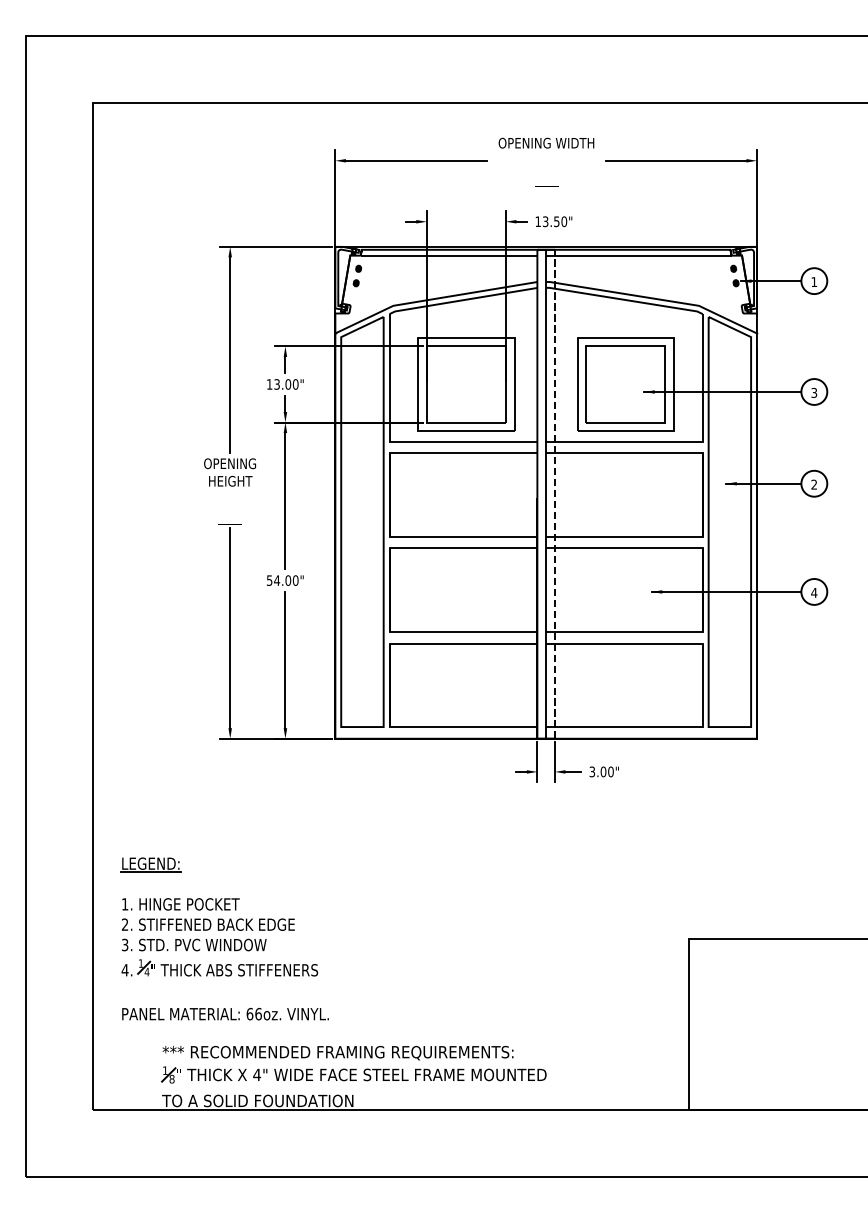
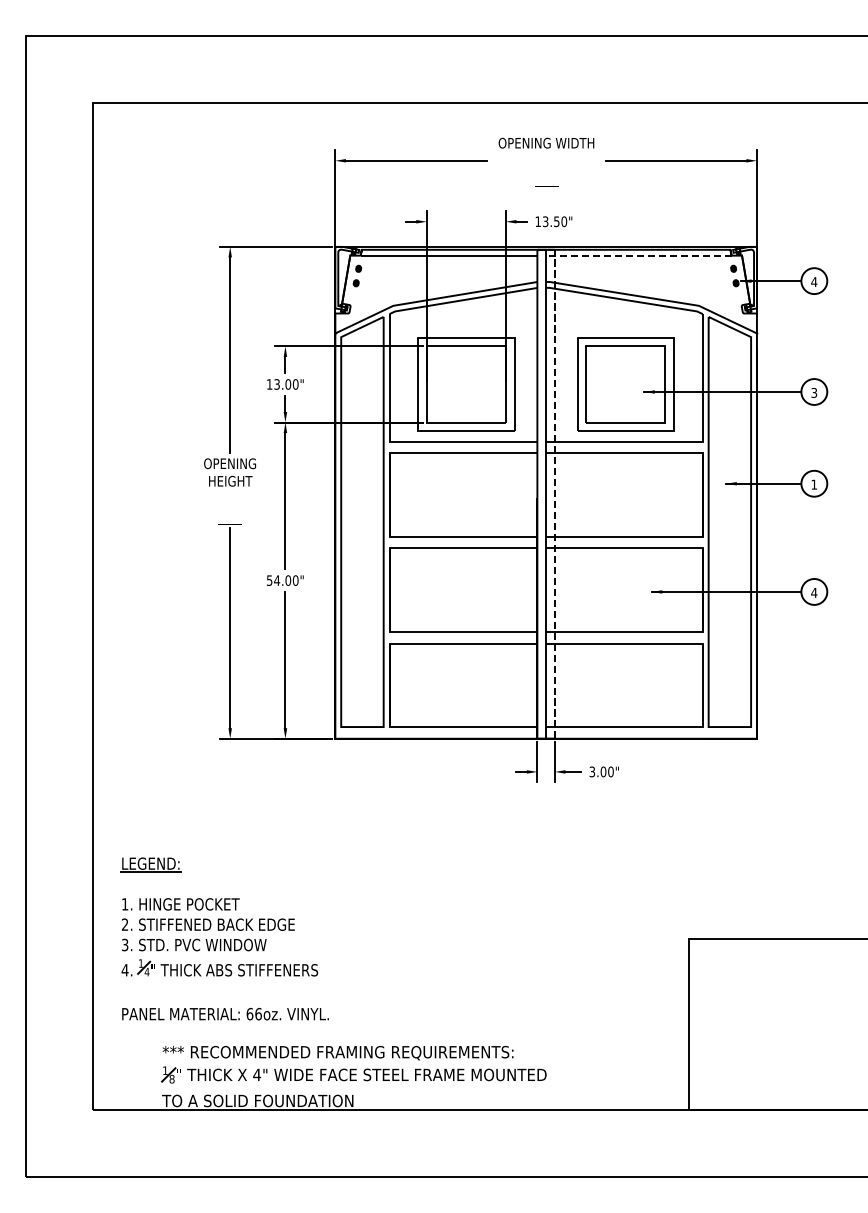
line at (638, 255): solid -> dashed
text at (814, 281): 1 -> 4
text at (813, 484): 2 -> 1
